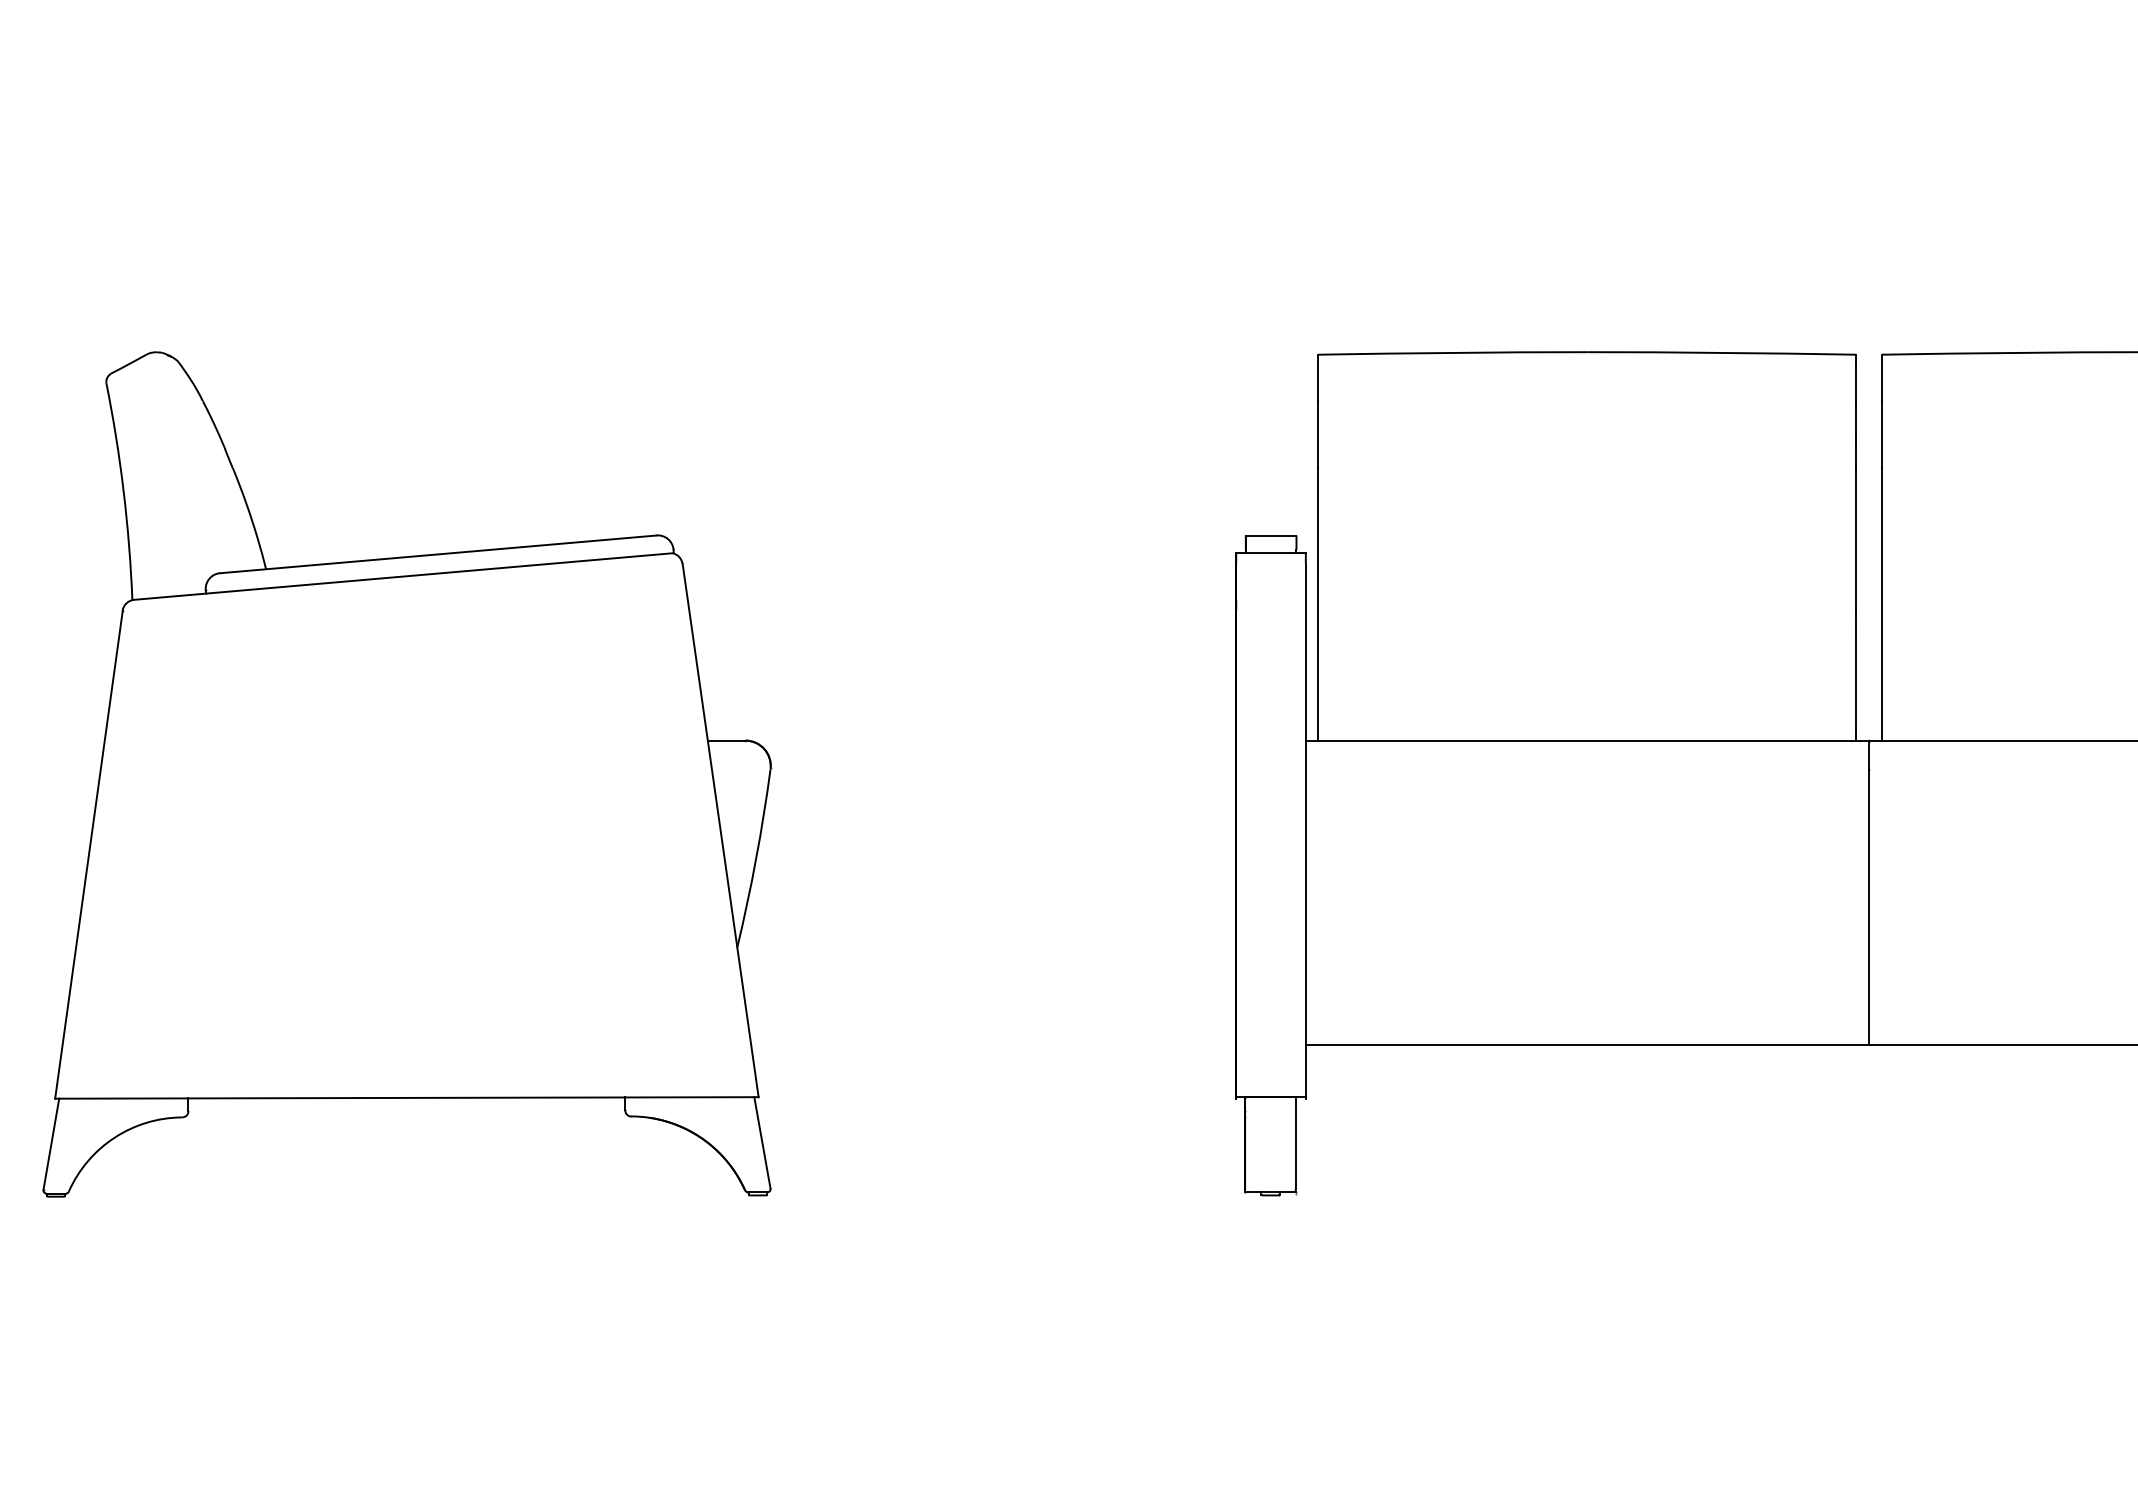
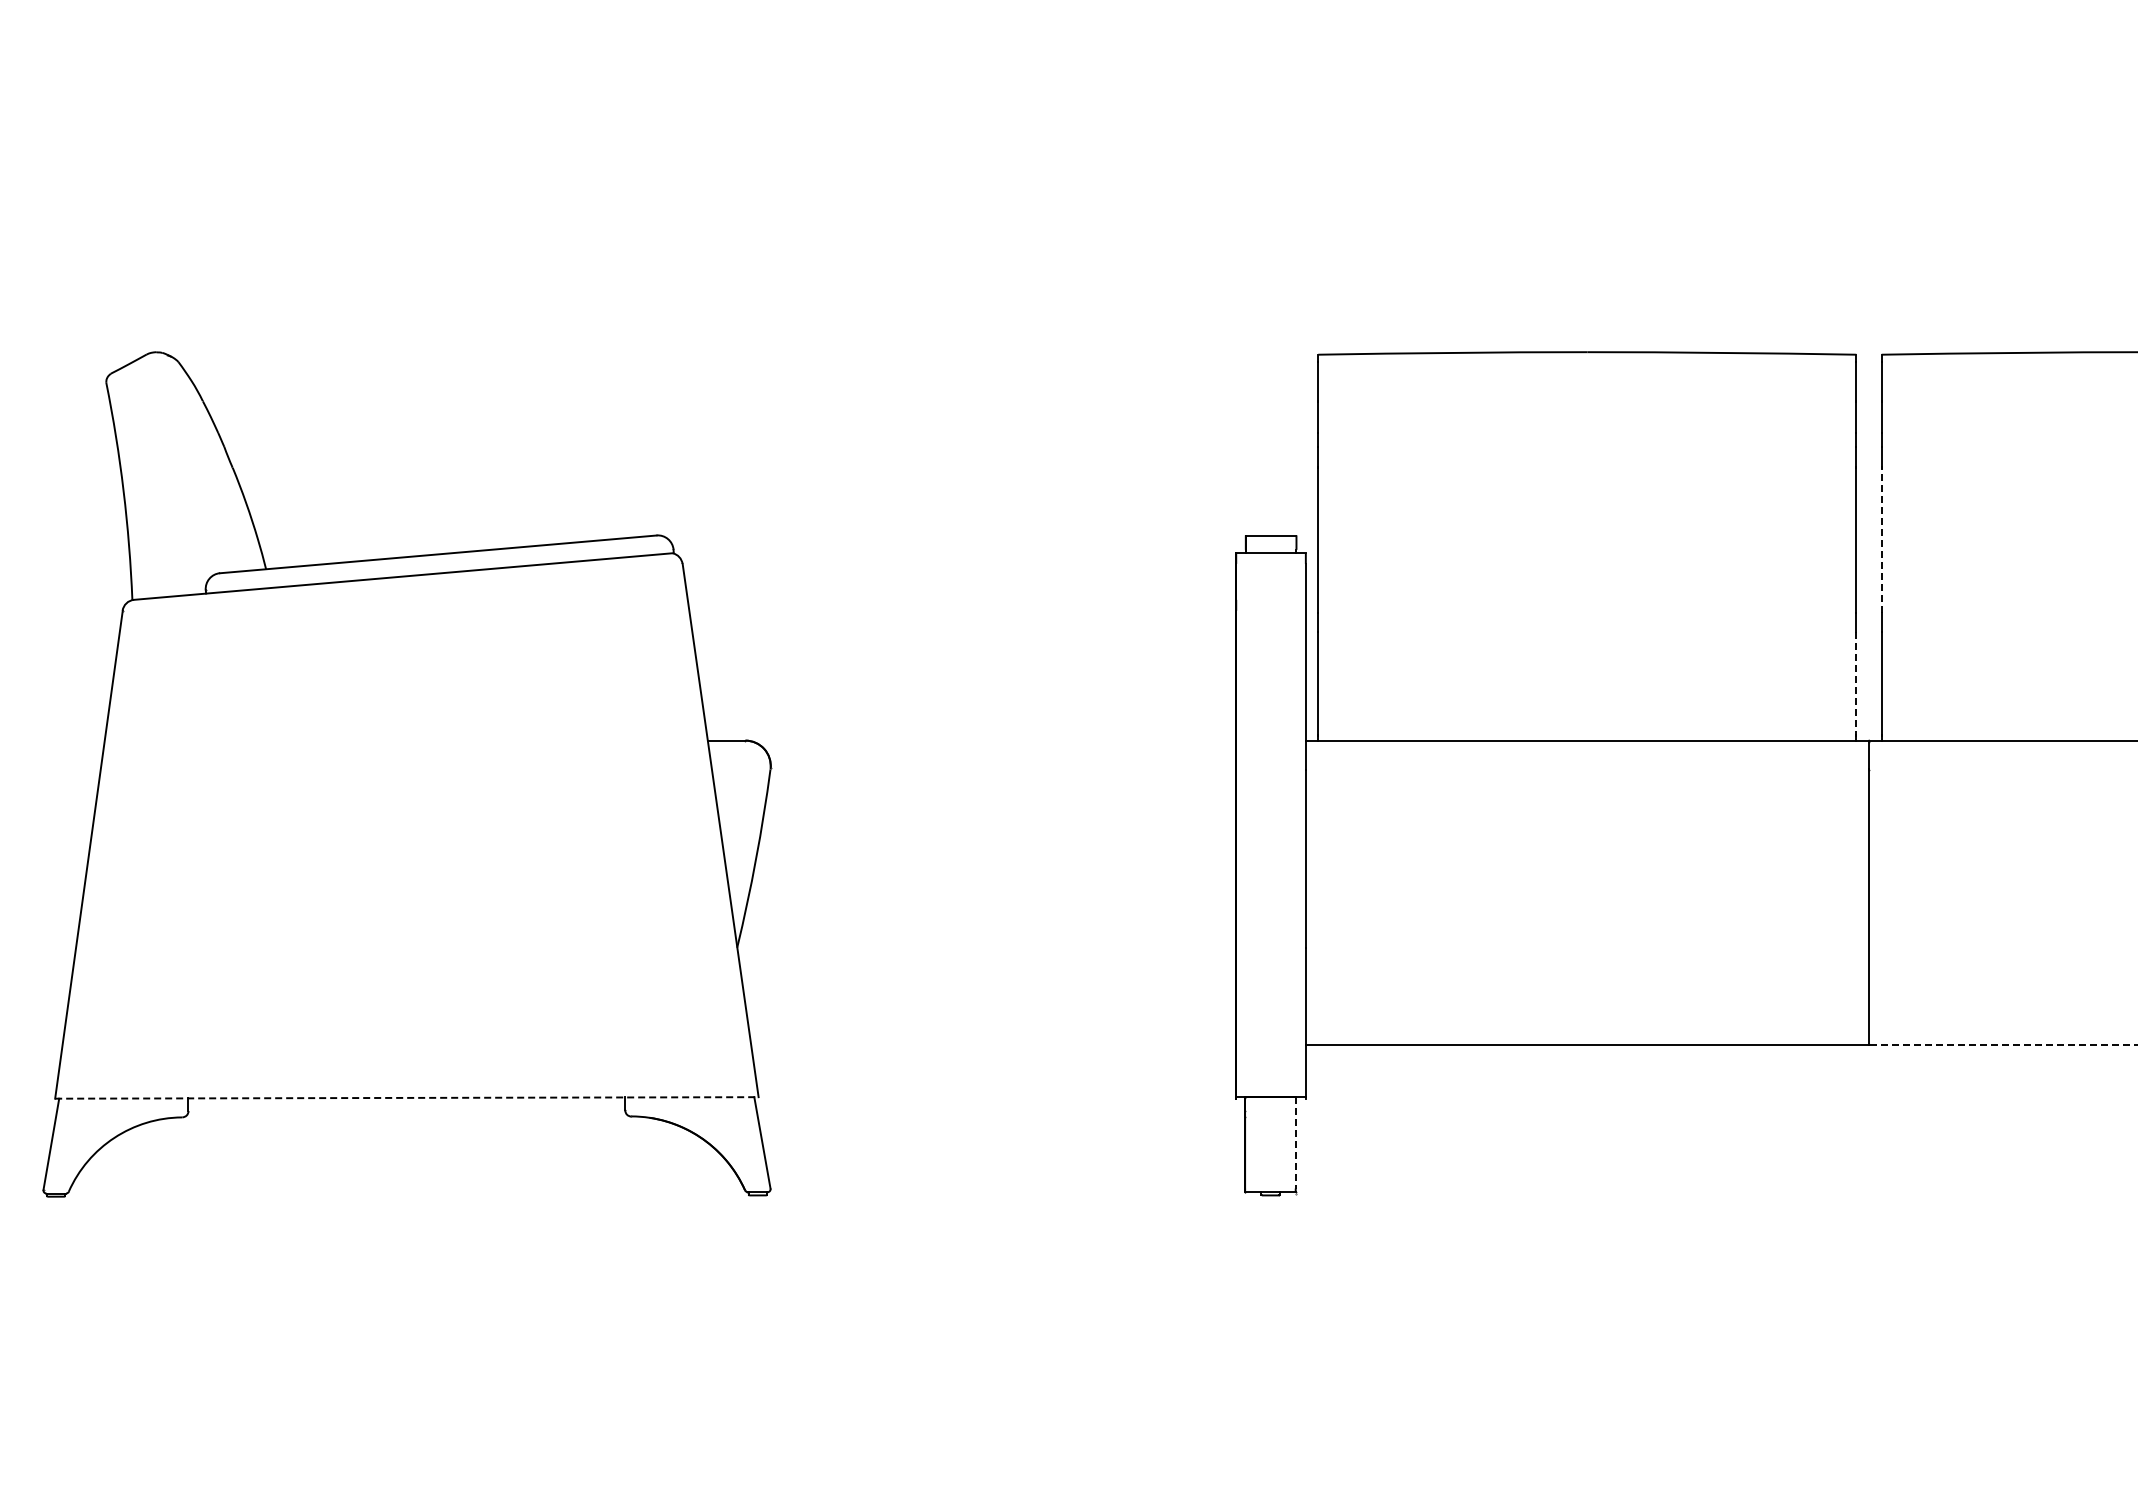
line at (1881, 540): solid -> dashed
line at (1856, 683): solid -> dashed
line at (2003, 1044): solid -> dashed
line at (406, 1097): solid -> dashed
line at (1295, 1142): solid -> dashed
